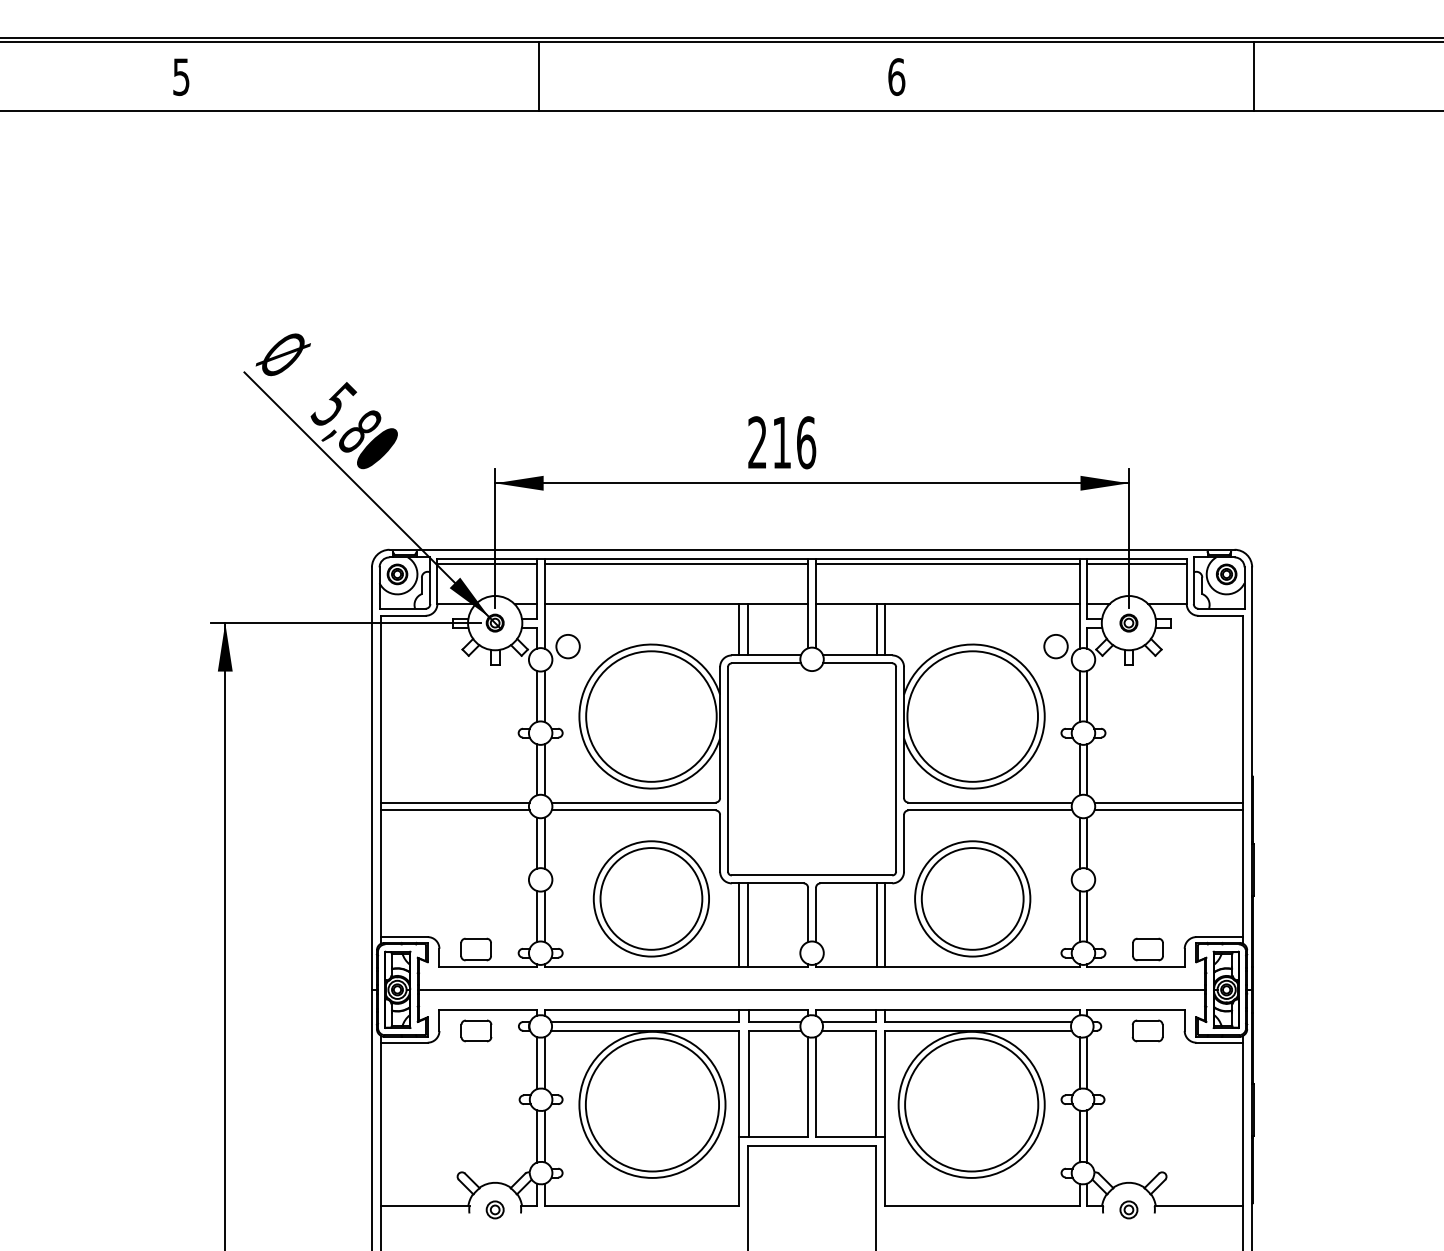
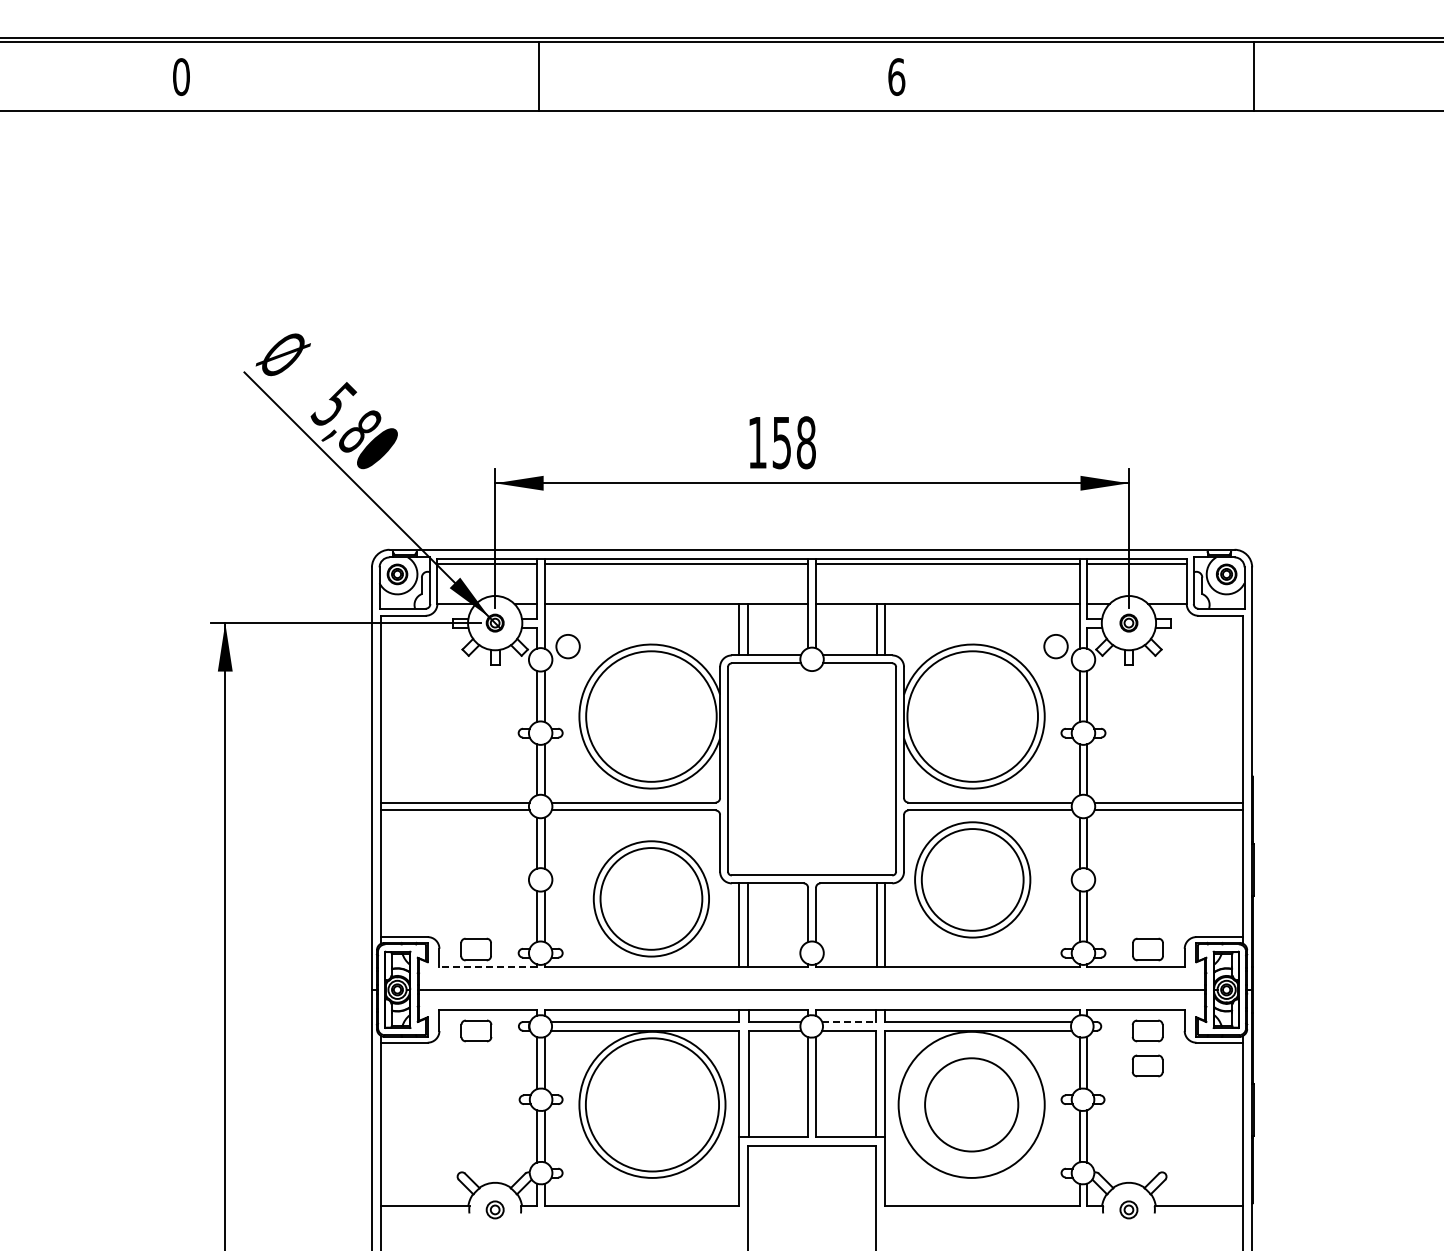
text at (181, 77): 5 -> 0
text at (782, 442): 216 -> 158
part at (972, 898) position: (972, 898) -> (972, 879)
line at (488, 967): solid -> dashed
line at (848, 1022): solid -> dashed
part at (1147, 1065): none -> present
circle at (971, 1104) diameter: 133 px -> 93 px
